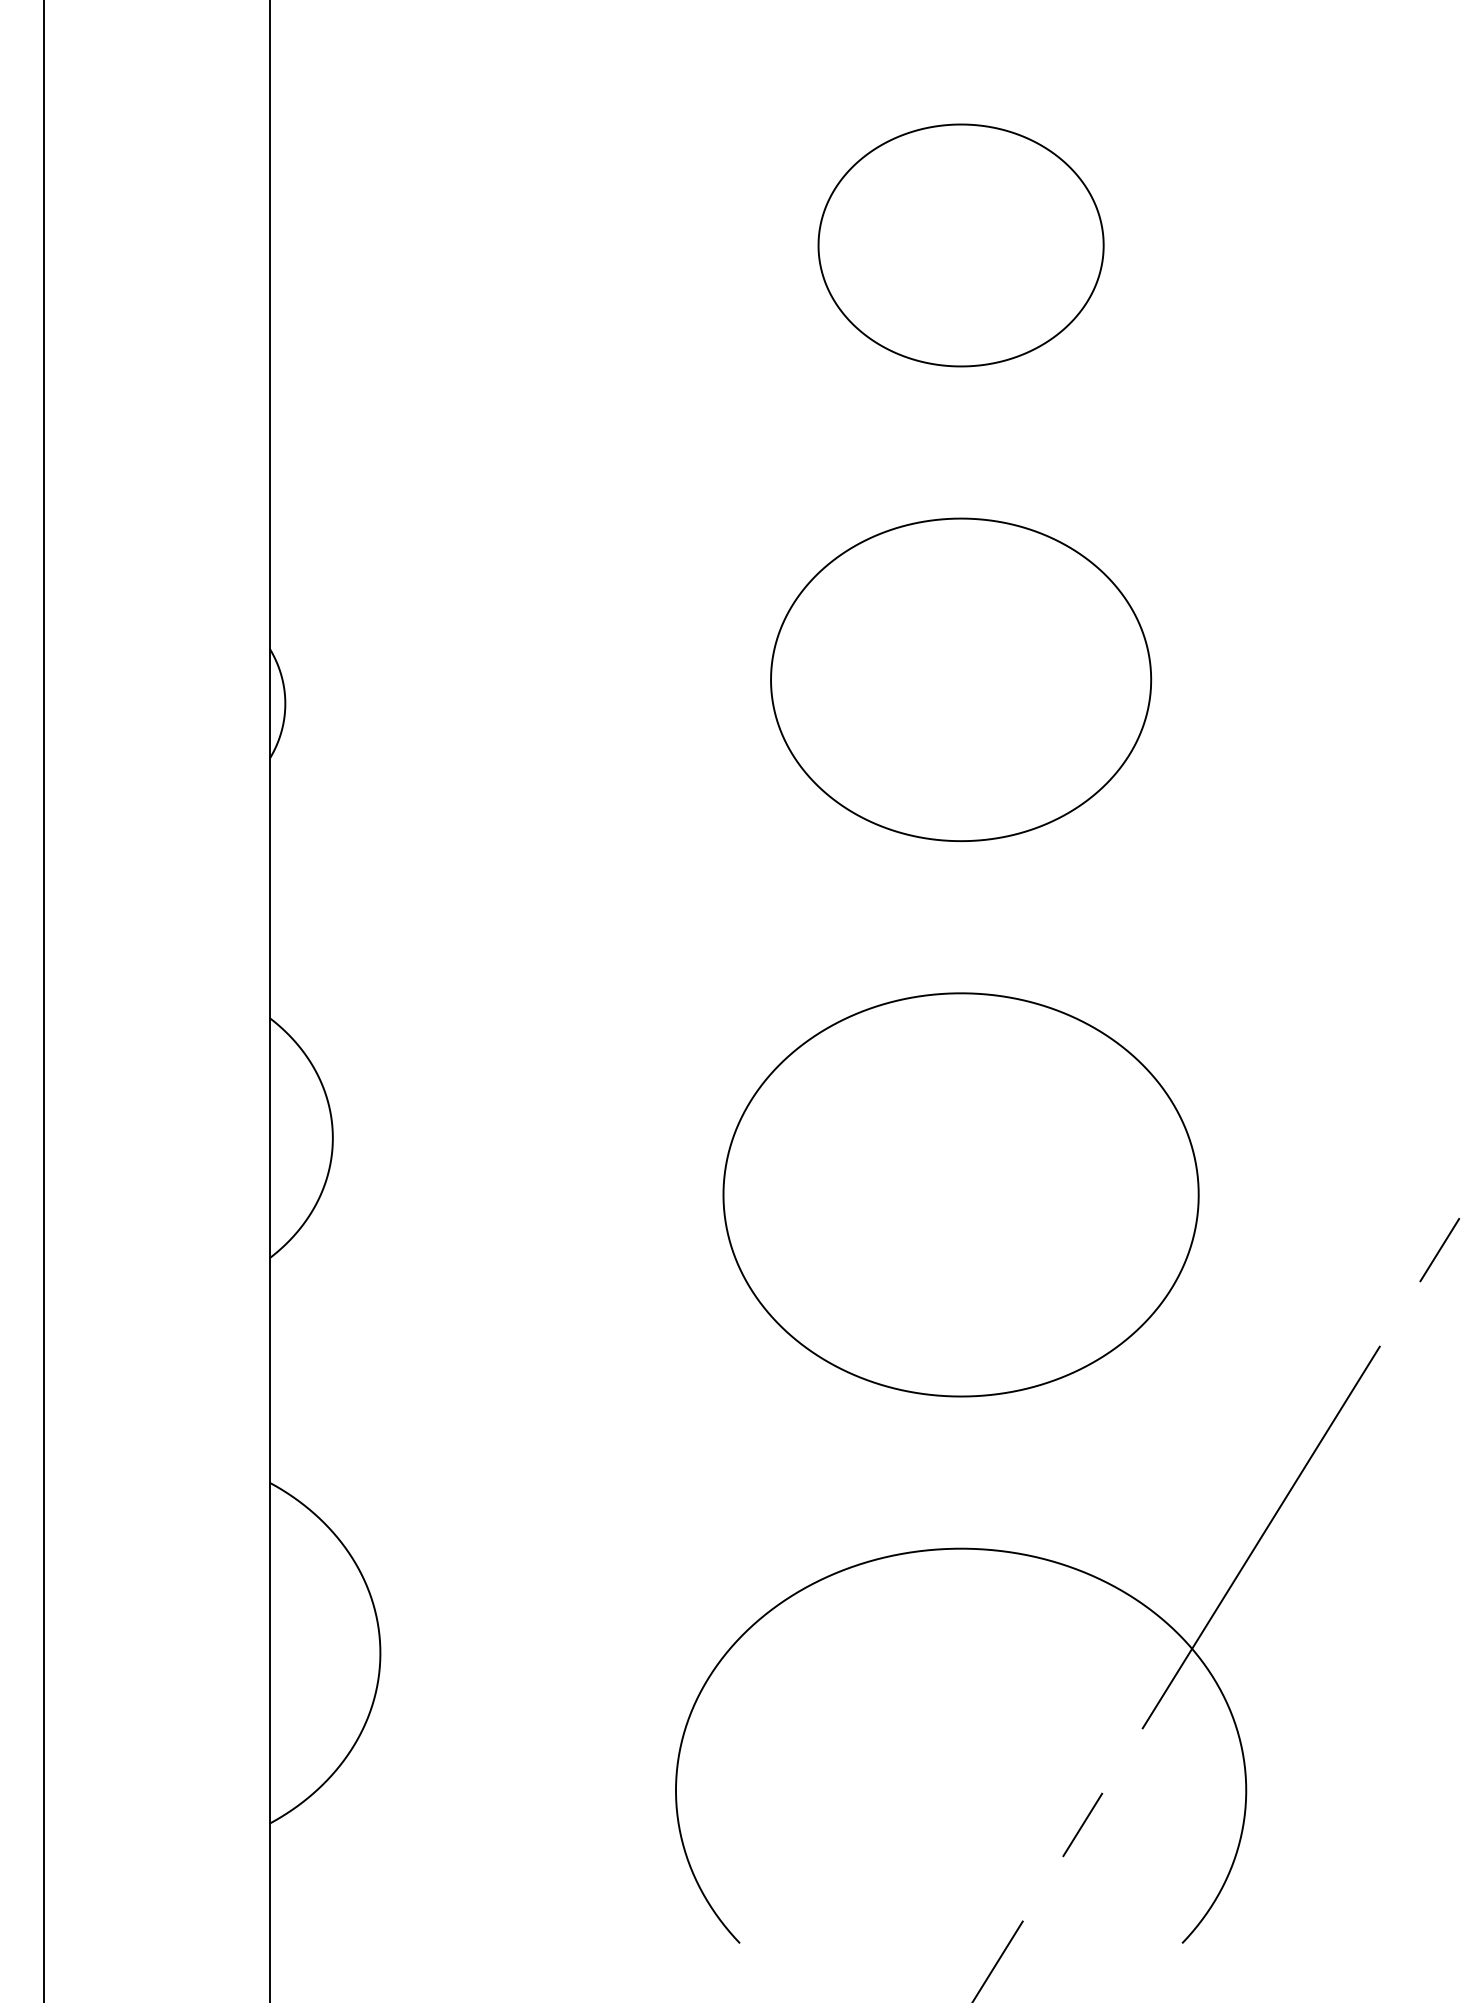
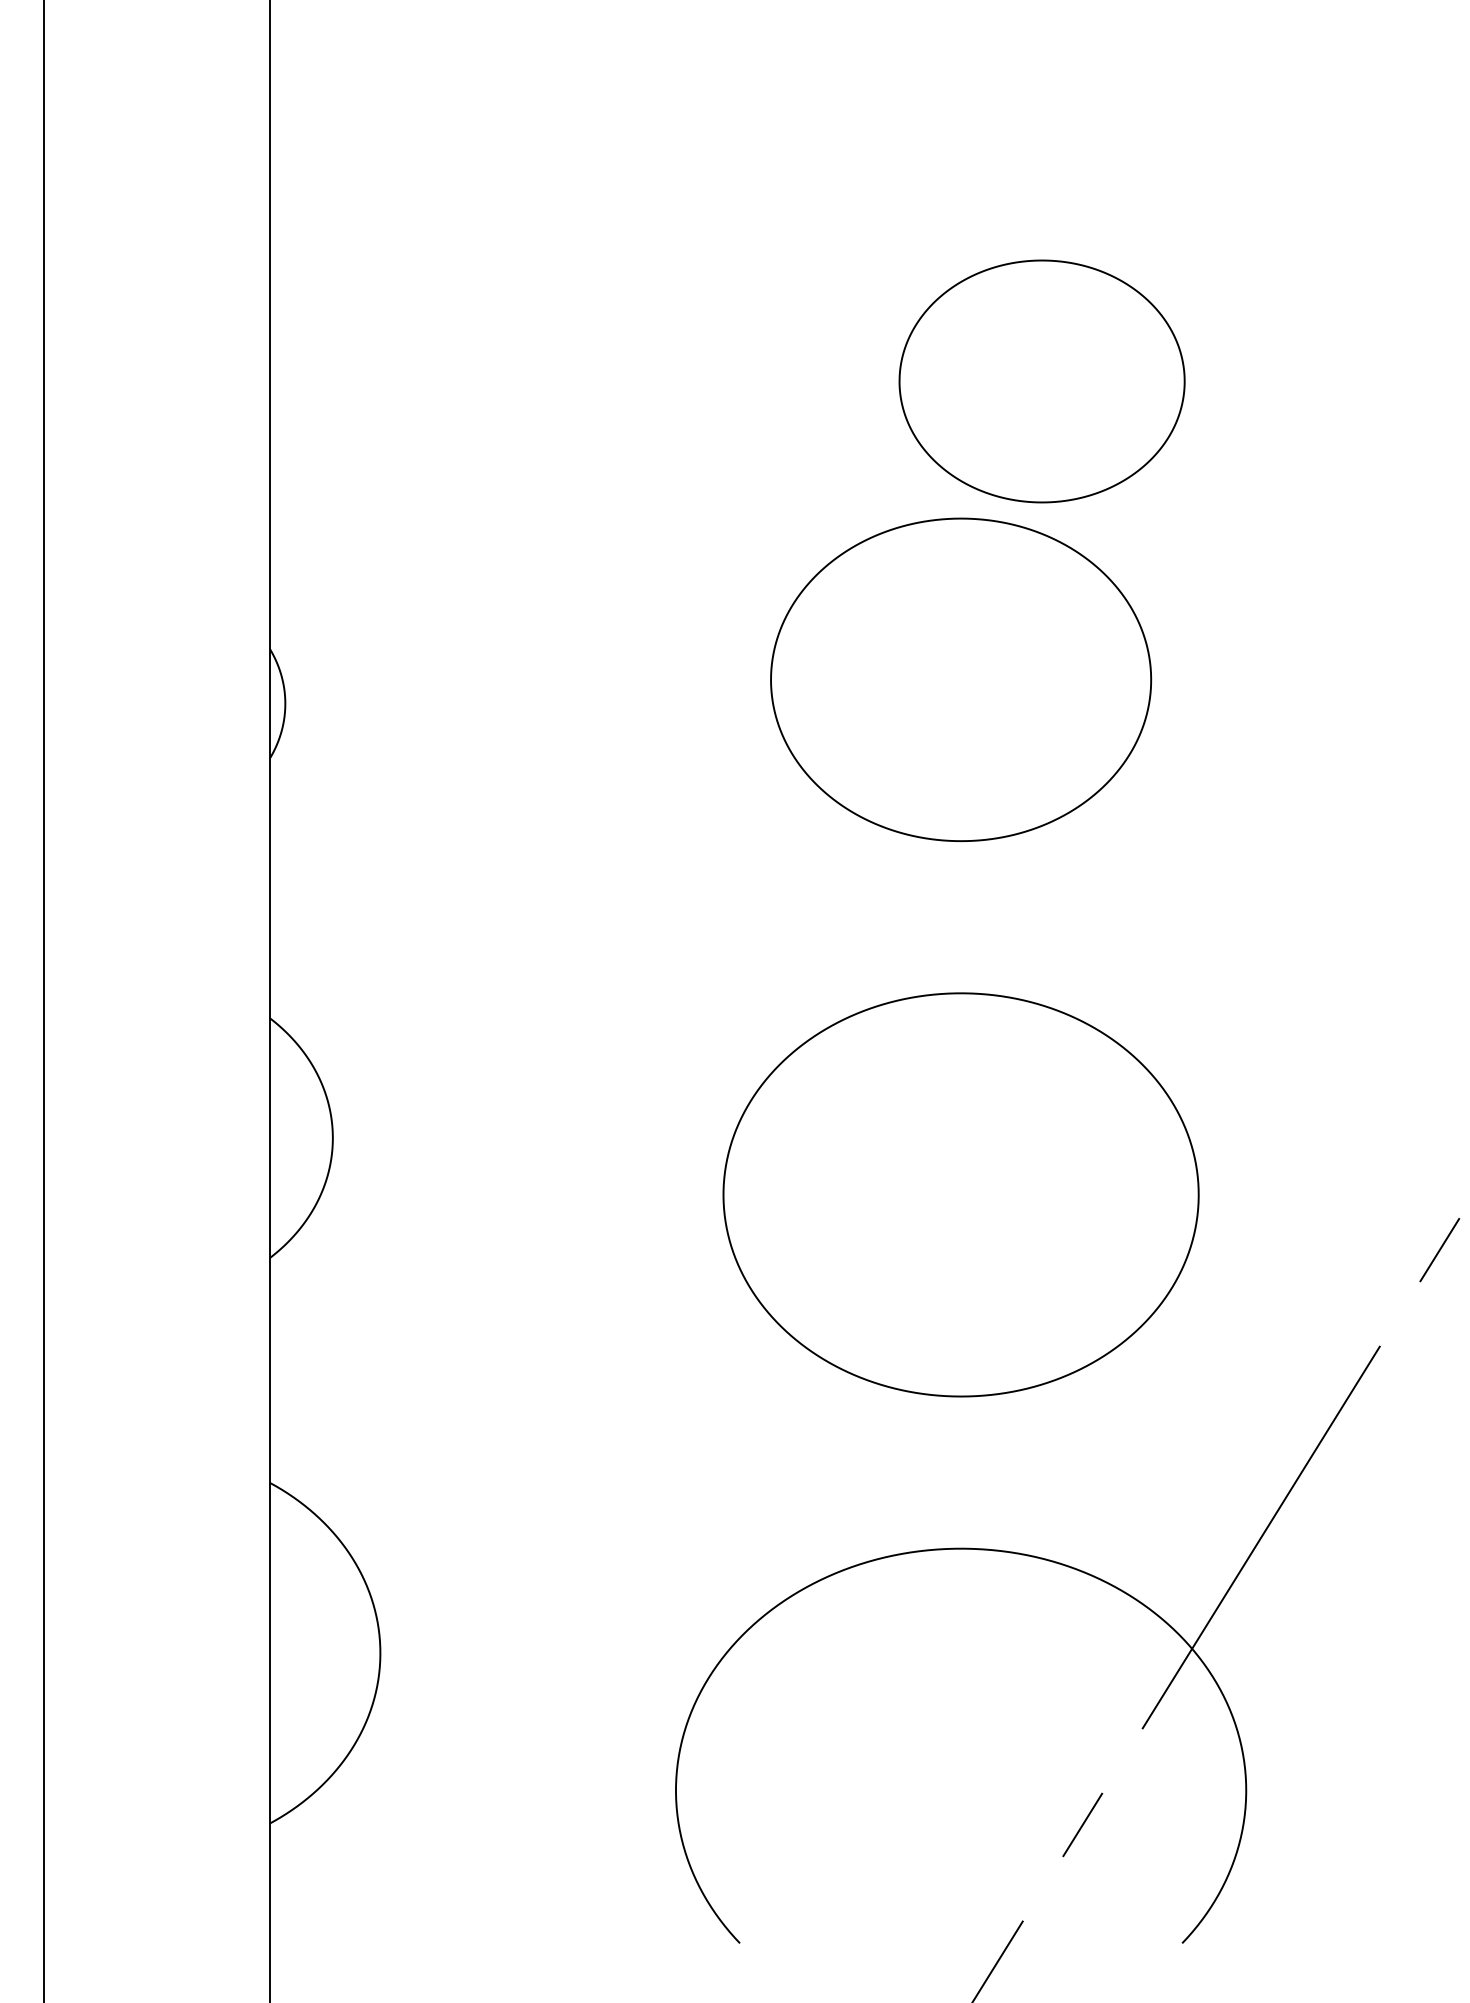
part at (960, 245) position: (960, 245) -> (1041, 381)
